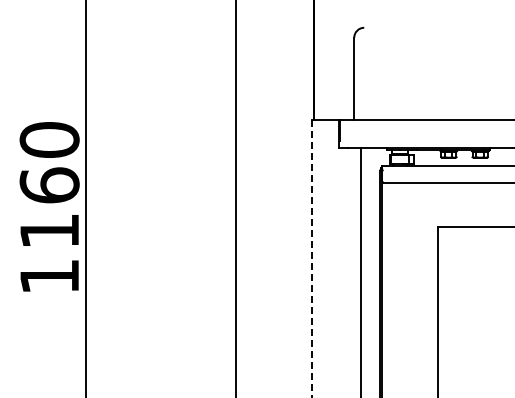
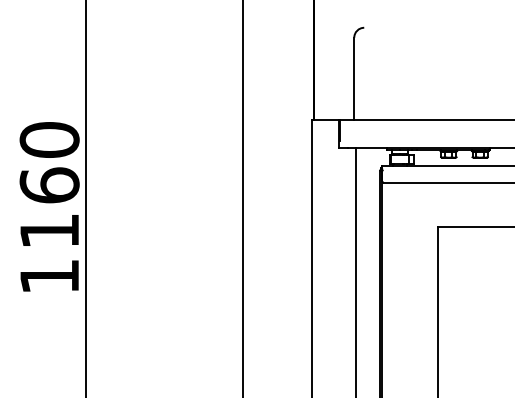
line at (236, 198) position: (236, 198) -> (243, 198)
line at (312, 258): dashed -> solid
line at (360, 270) position: (360, 270) -> (355, 270)
